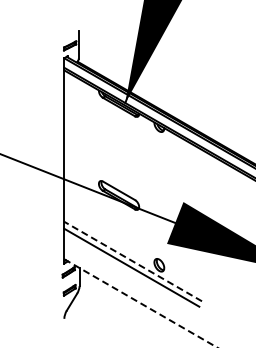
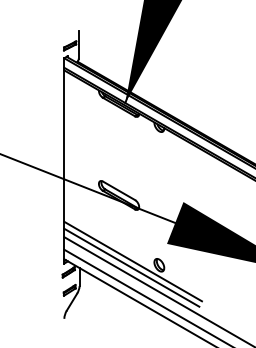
line at (132, 261): dashed -> solid
line at (157, 290): none -> present
line at (146, 296): none -> present
line at (141, 303): dashed -> solid
